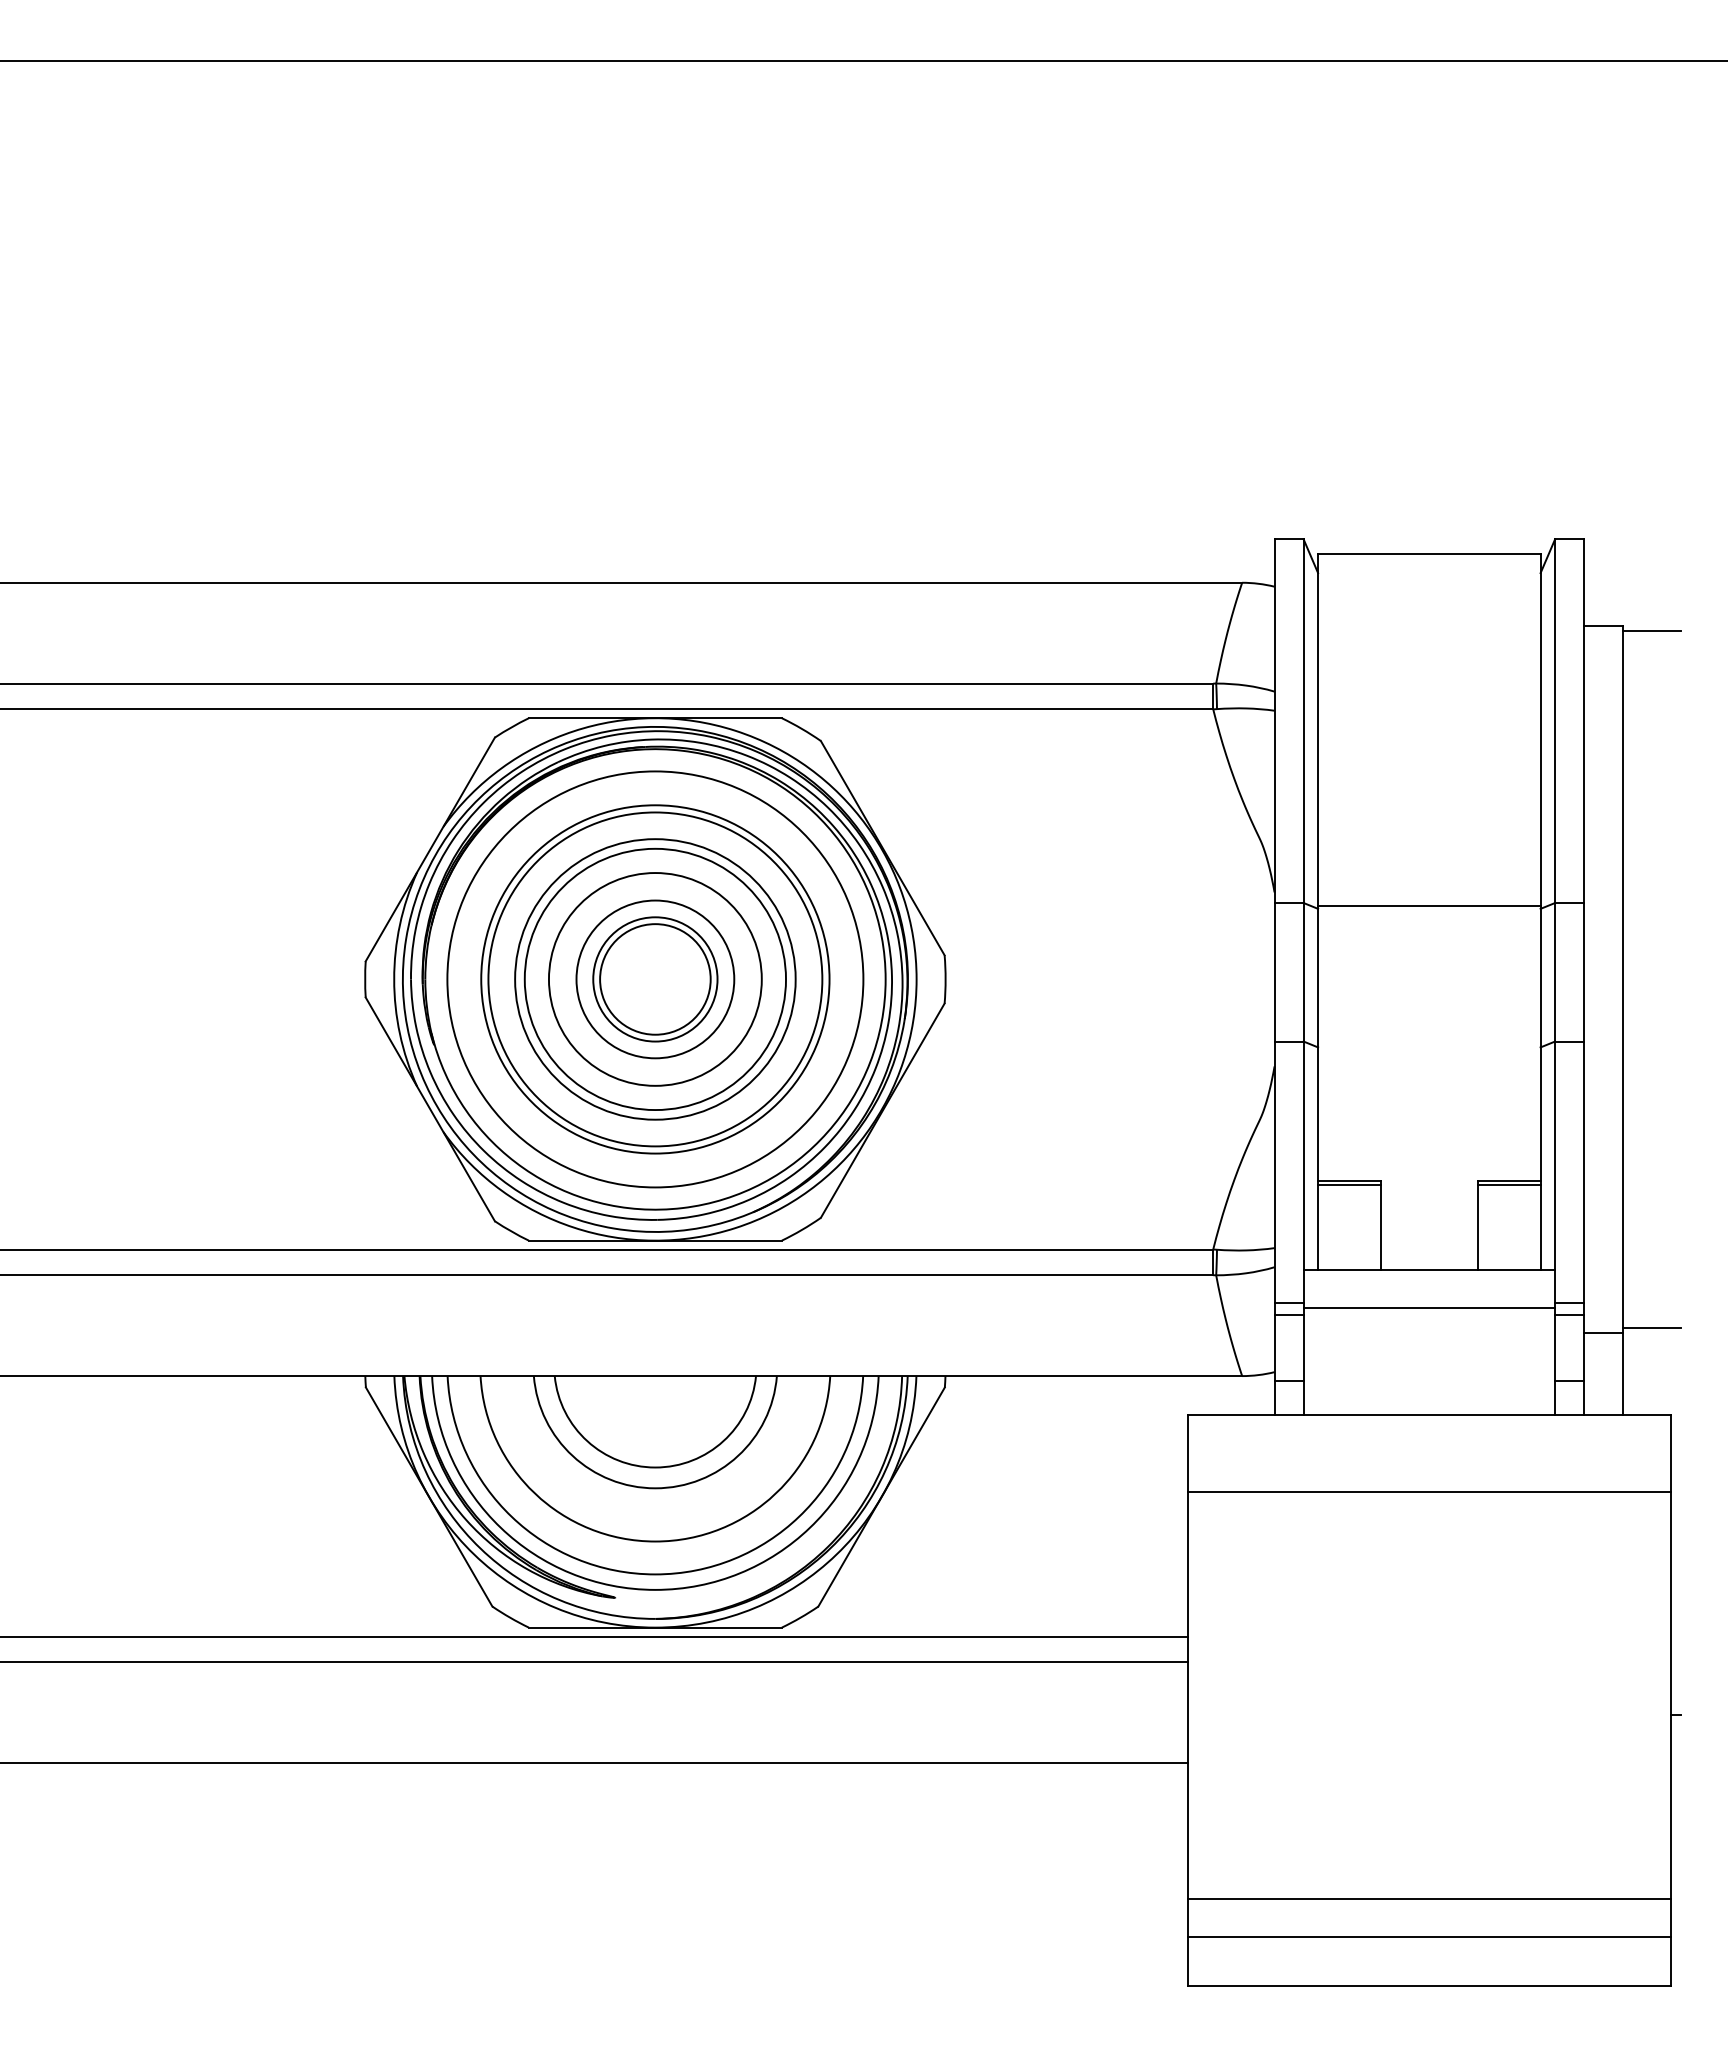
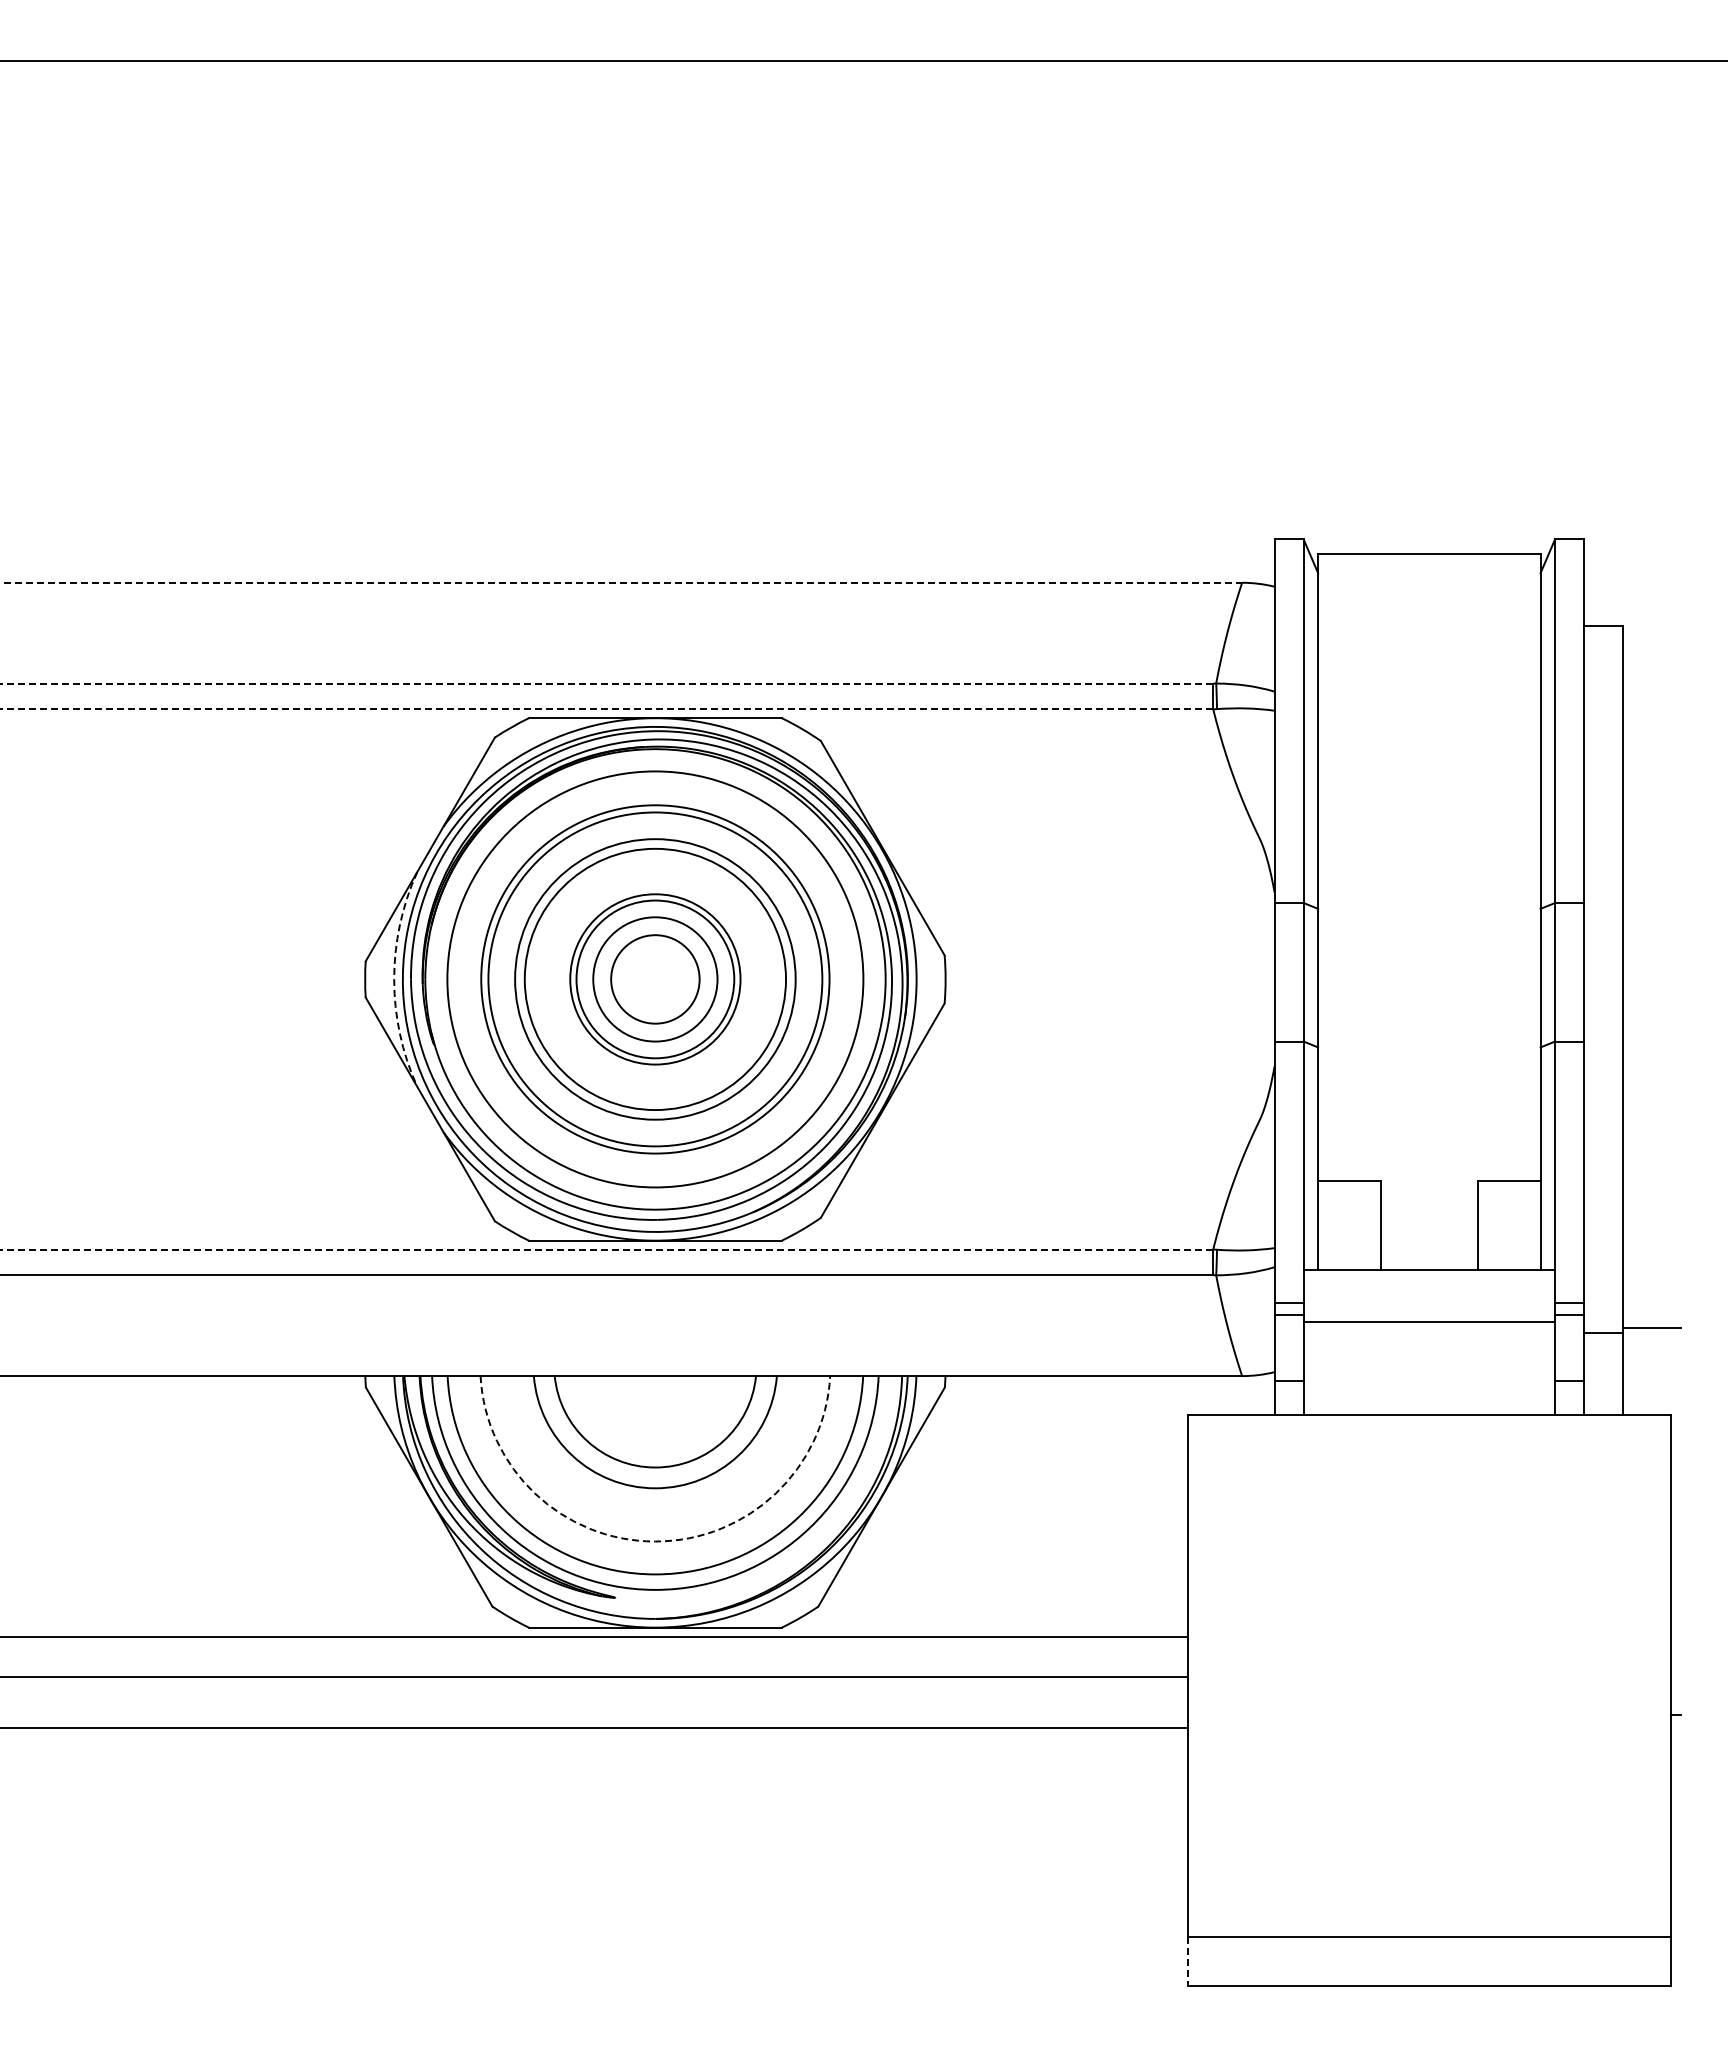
line at (621, 582): solid -> dashed
line at (1651, 631): present -> none
line at (606, 683): solid -> dashed
line at (606, 709): solid -> dashed
line at (1429, 905): present -> none
arc at (394, 979): solid -> dashed
circle at (654, 979) diameter: 213 px -> 170 px
circle at (655, 979) diameter: 111 px -> 88 px
line at (1349, 1184): present -> none
line at (1508, 1184): present -> none
line at (606, 1249): solid -> dashed
line at (1429, 1308) position: (1429, 1308) -> (1429, 1322)
line at (1429, 1492): present -> none
arc at (655, 1541): solid -> dashed
line at (594, 1662) position: (594, 1662) -> (594, 1677)
line at (594, 1763) position: (594, 1763) -> (594, 1728)
line at (1429, 1898): present -> none
line at (1187, 1961): solid -> dashed
